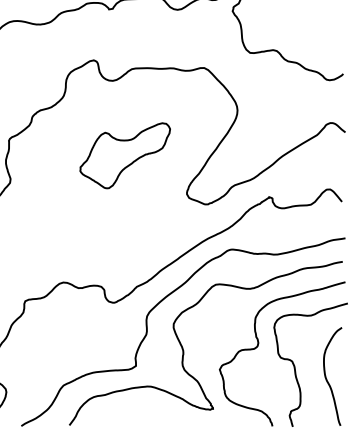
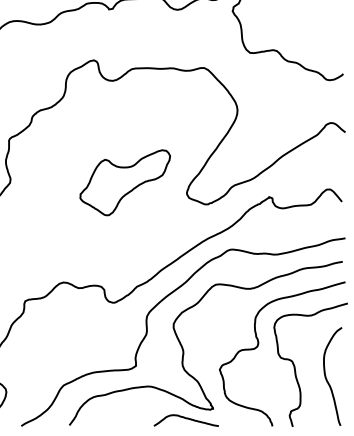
part at (124, 155) position: (124, 155) -> (124, 182)
curve at (186, 419): none -> present
